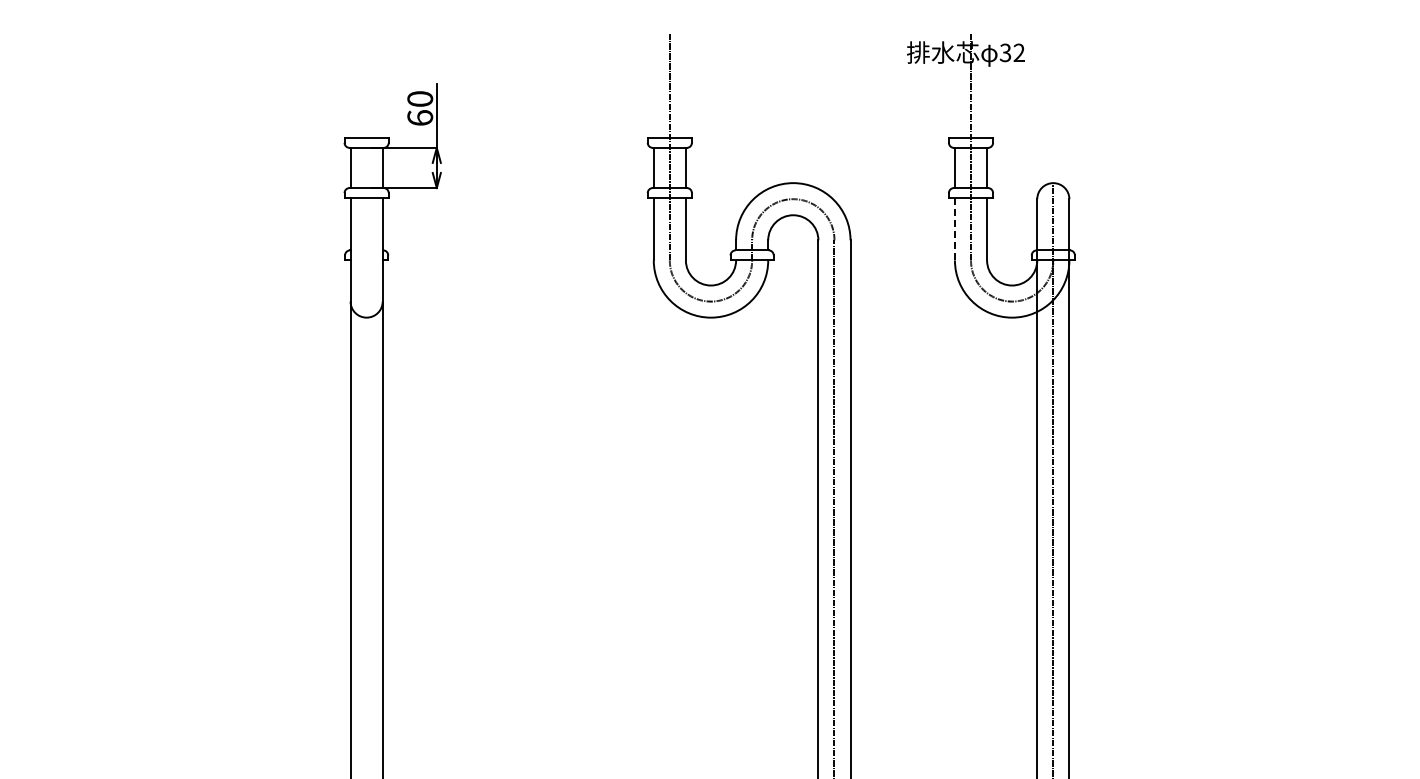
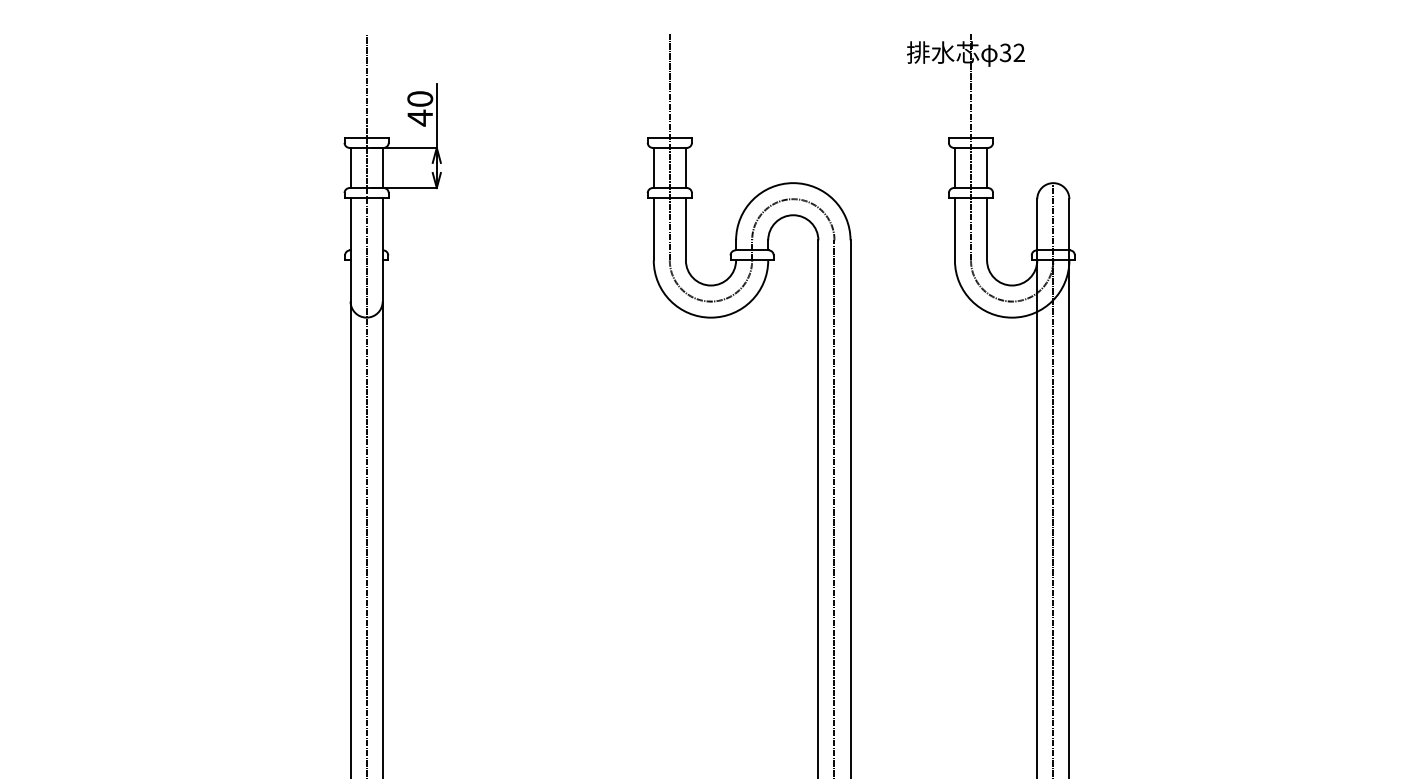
text at (420, 117): 60 -> 40
line at (954, 228): dashed -> solid
line at (366, 404): none -> present
